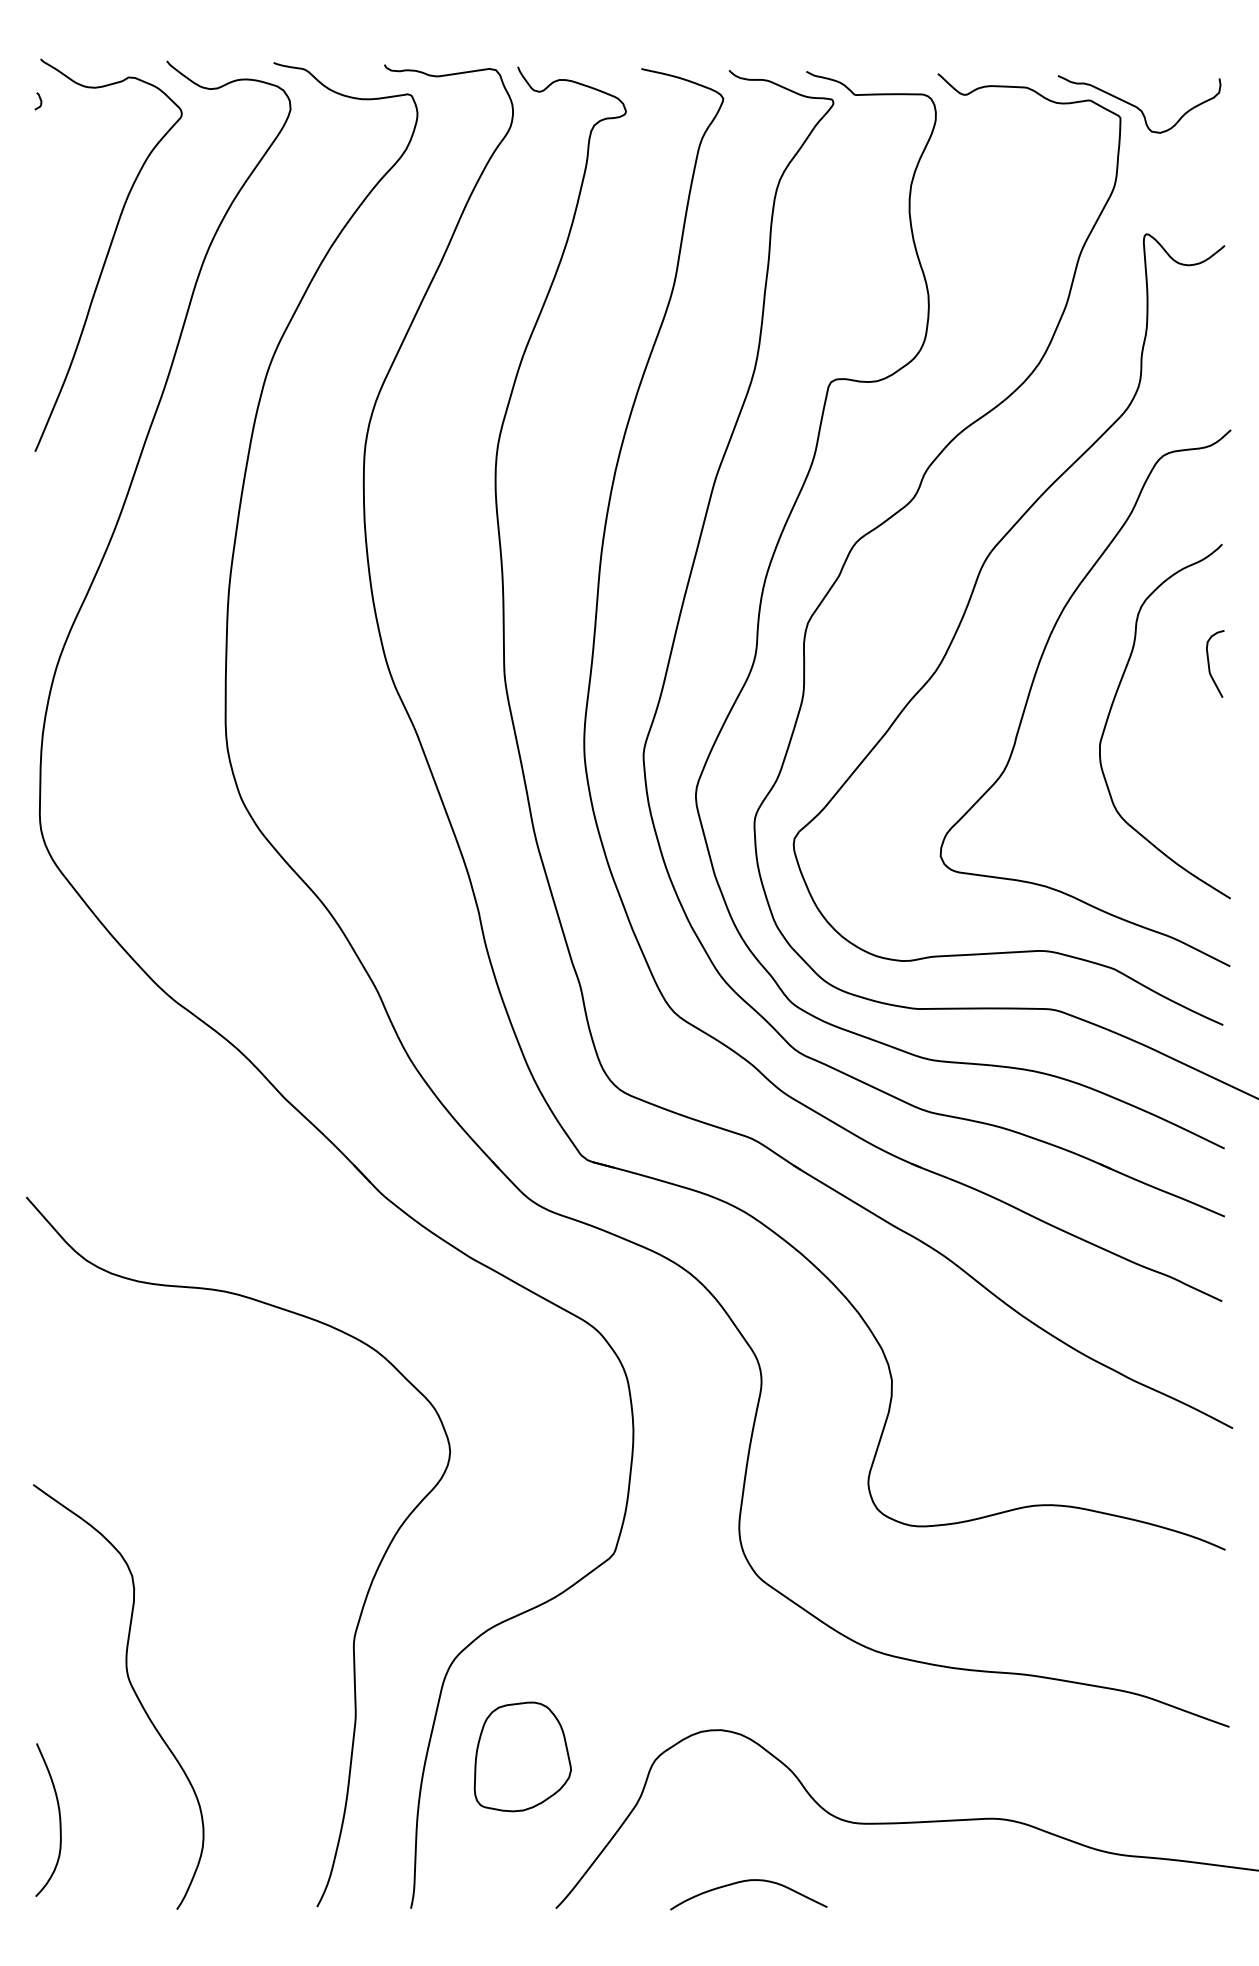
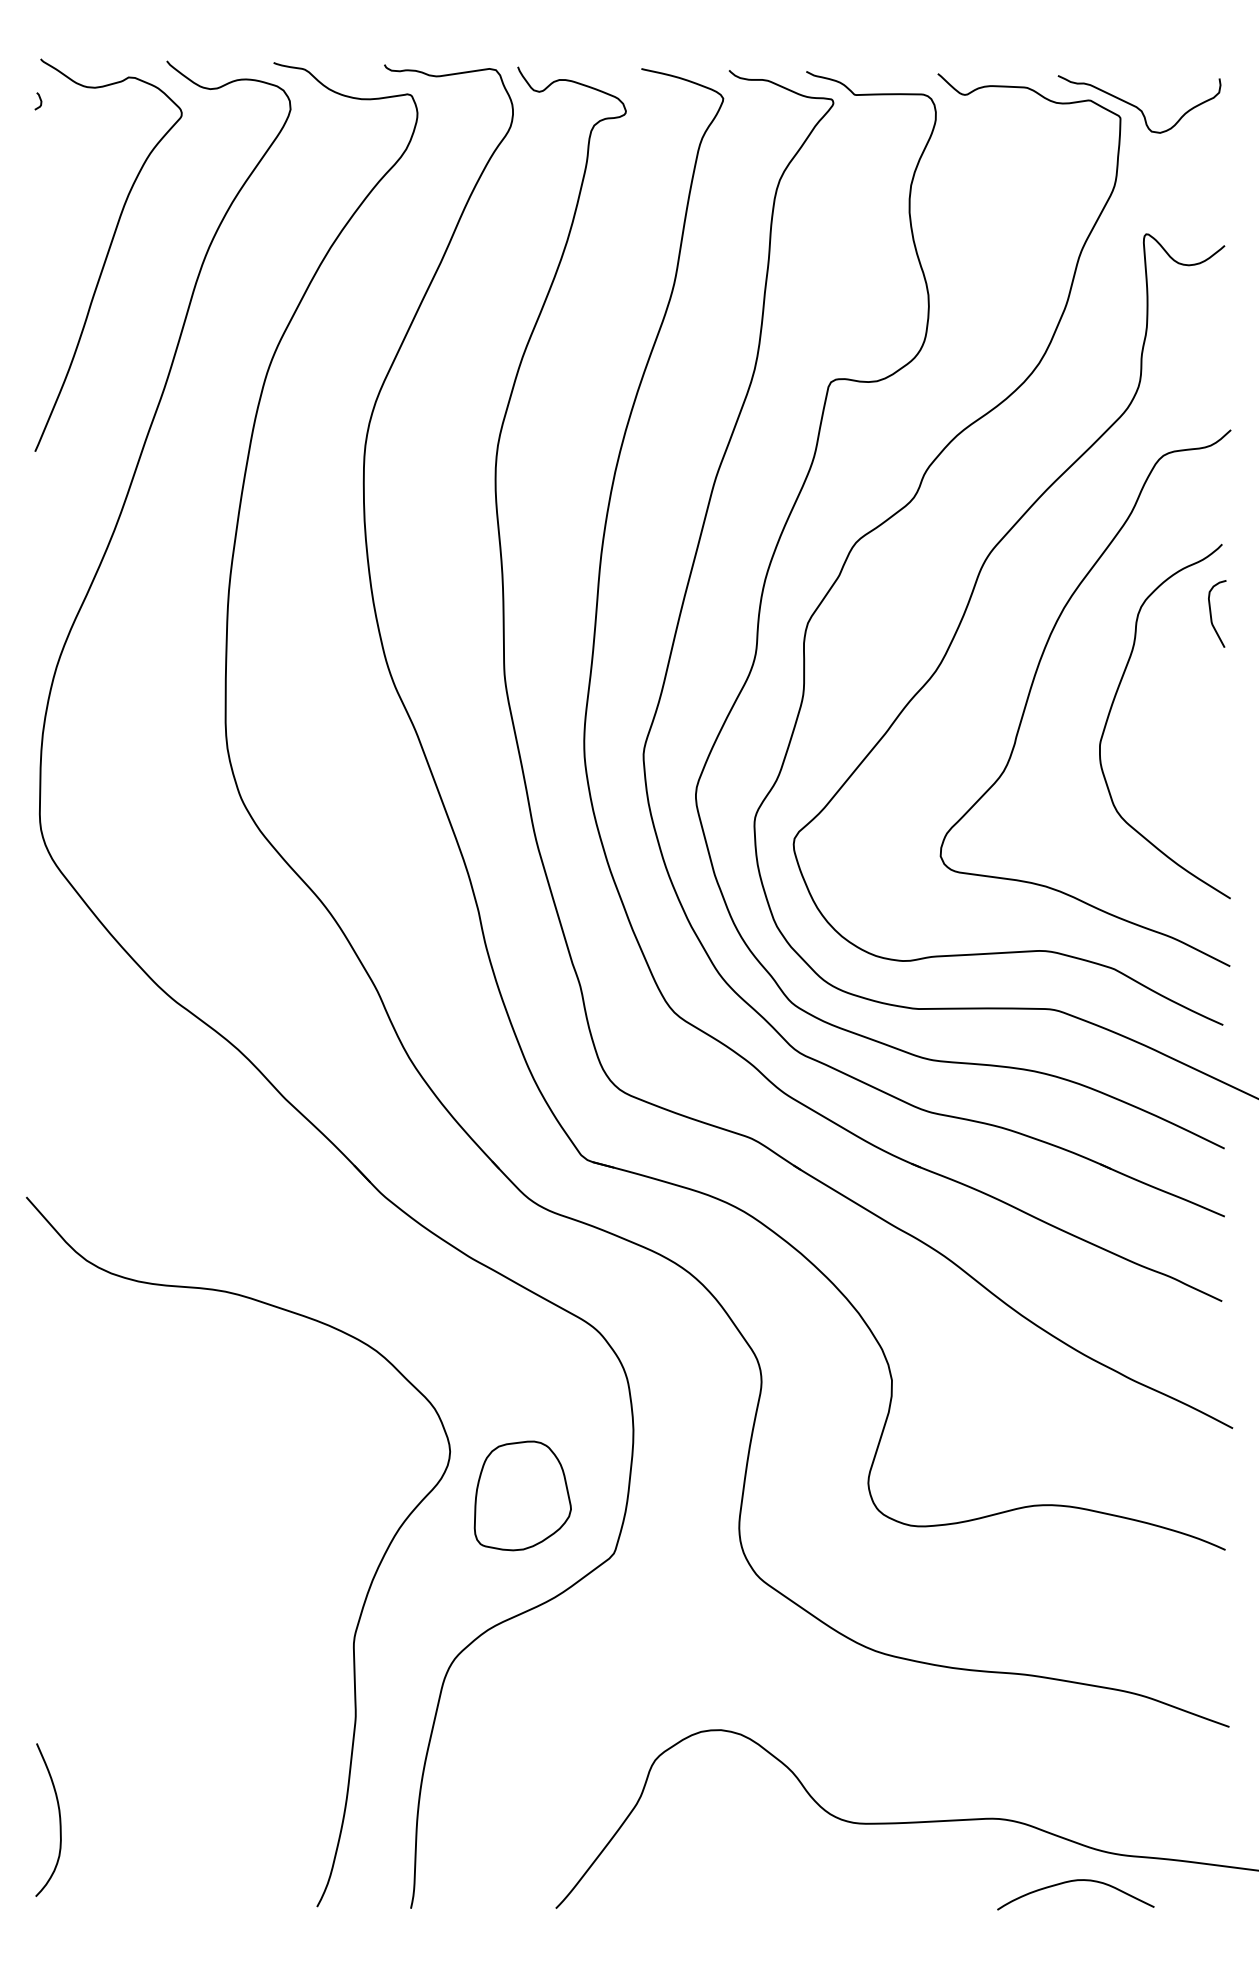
curve at (1209, 663) position: (1209, 663) -> (1211, 613)
curve at (132, 1689): present -> none
part at (522, 1756) position: (522, 1756) -> (522, 1495)
curve at (748, 1881) position: (748, 1881) -> (1075, 1881)
